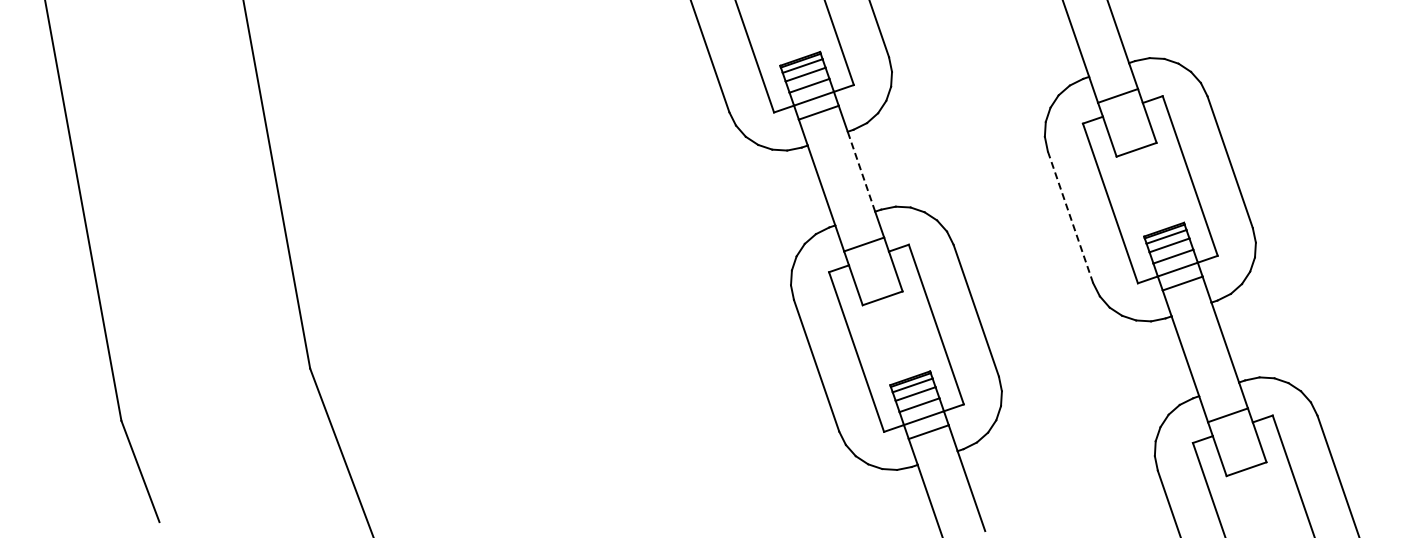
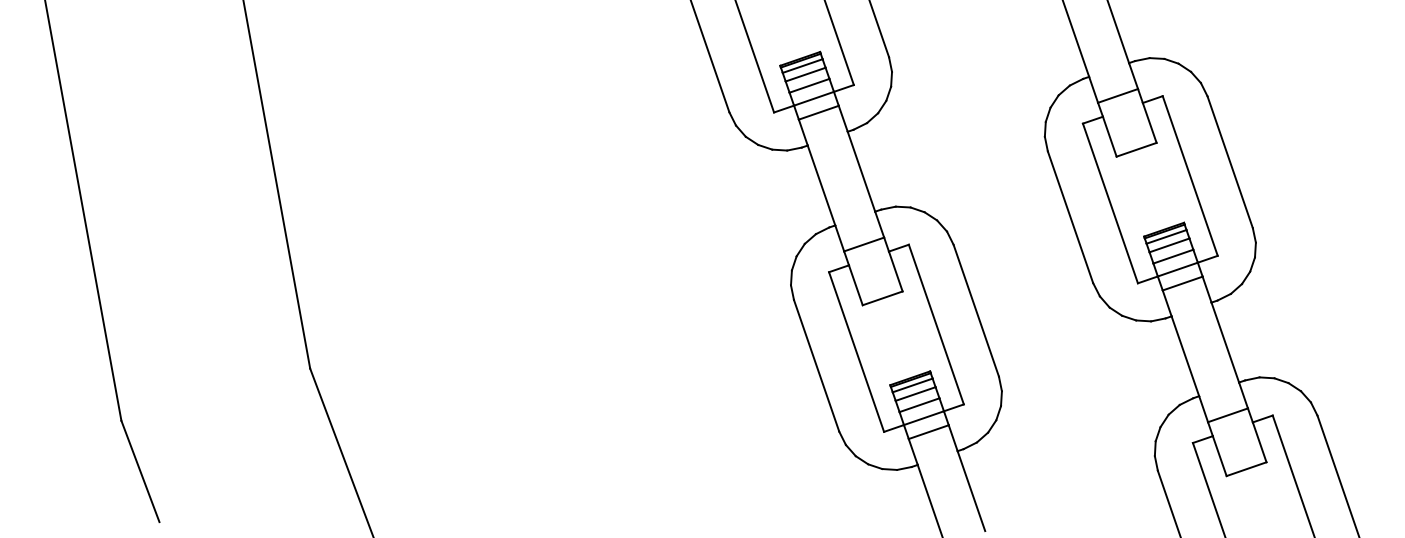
line at (861, 171): dashed -> solid
line at (1070, 217): dashed -> solid
